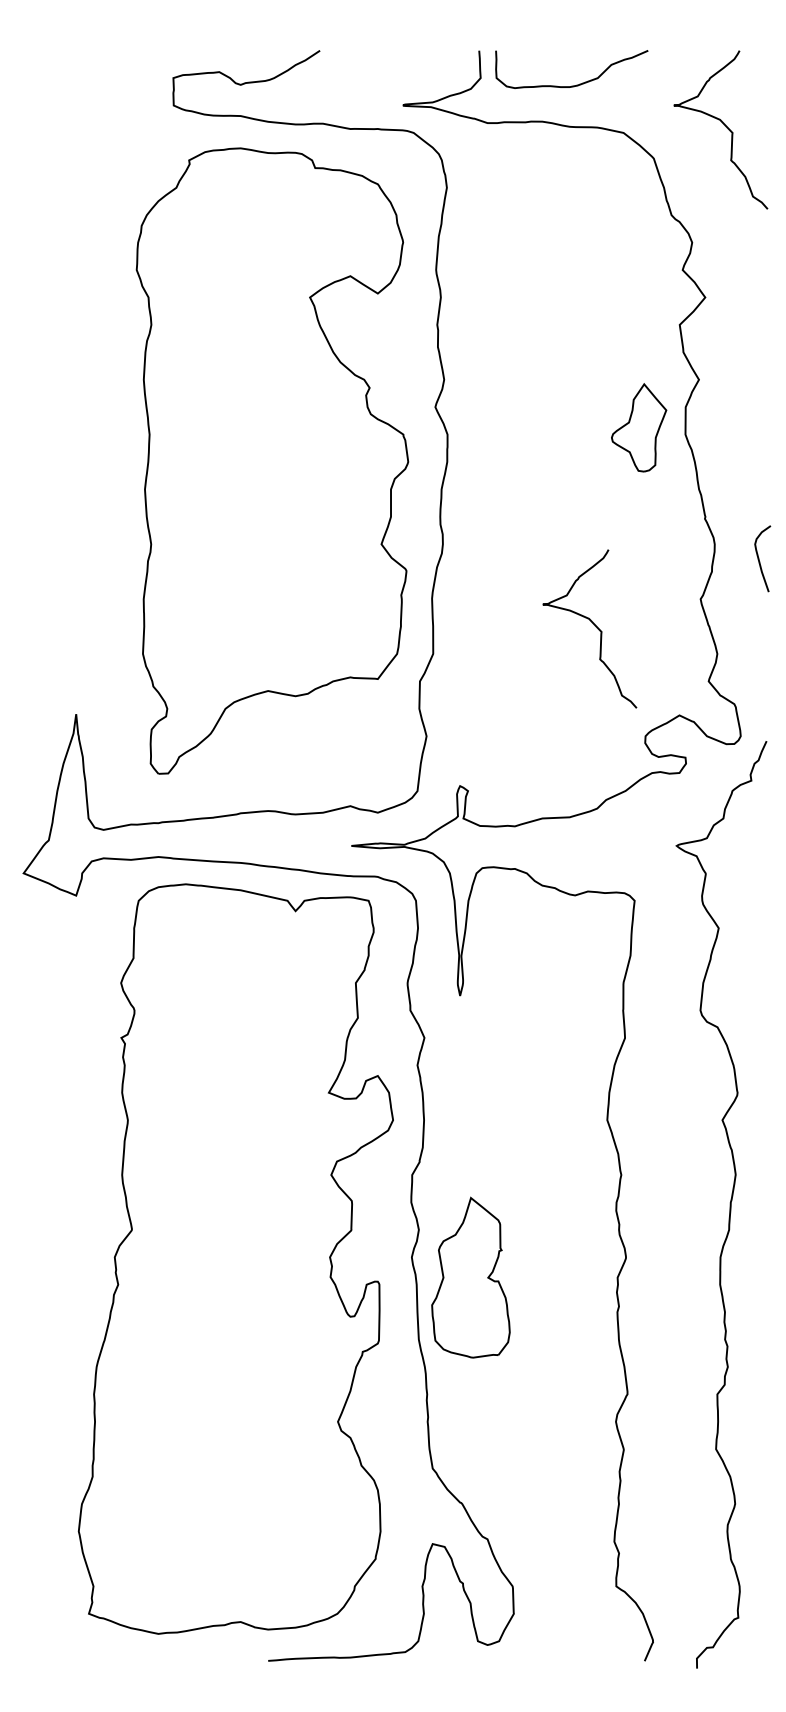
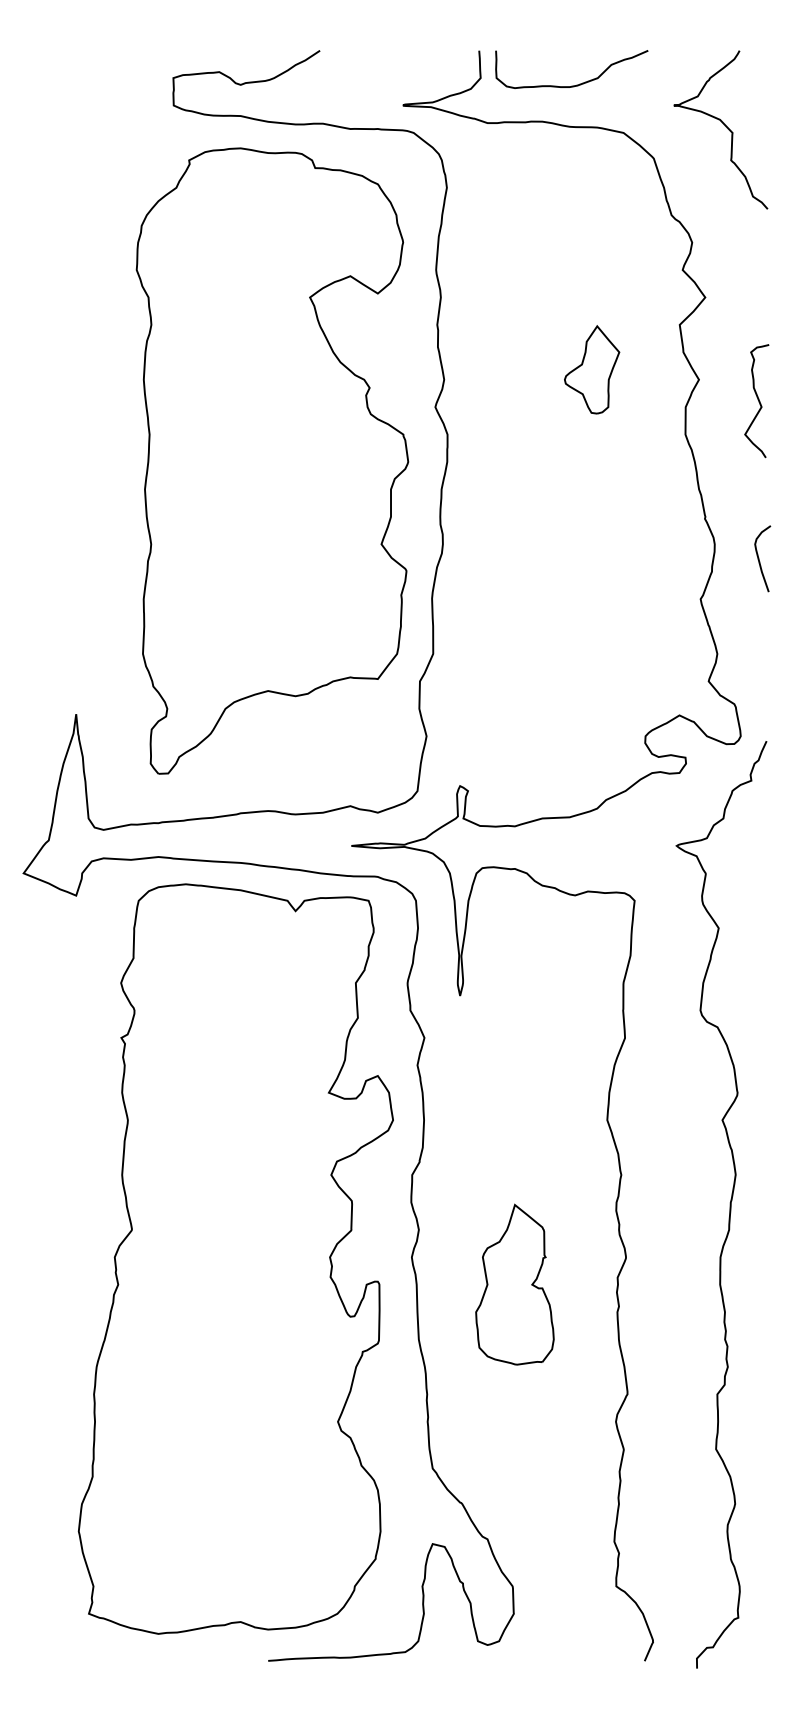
curve at (758, 401): none -> present
part at (639, 427) position: (639, 427) -> (592, 369)
curve at (593, 624): present -> none
part at (470, 1277) position: (470, 1277) -> (514, 1284)
